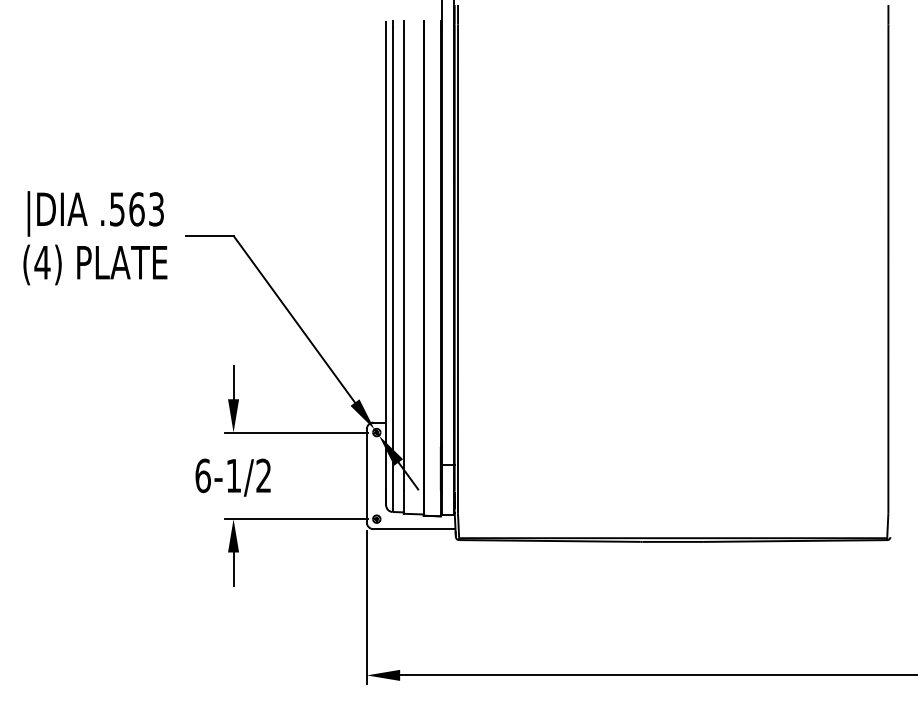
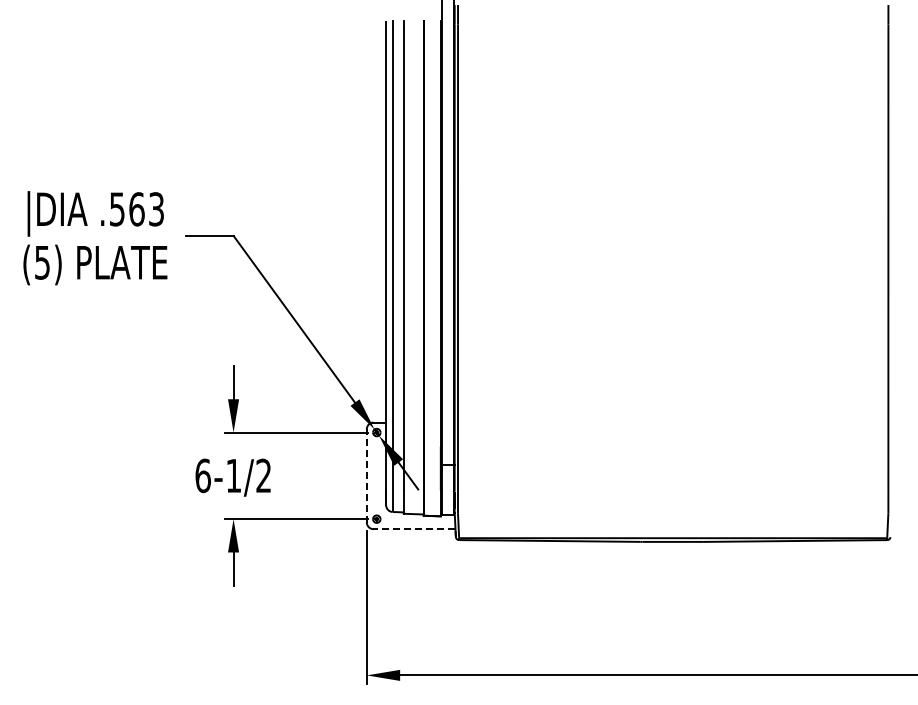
text at (42, 262): (4) -> (5)
line at (366, 475): solid -> dashed
line at (413, 529): solid -> dashed
